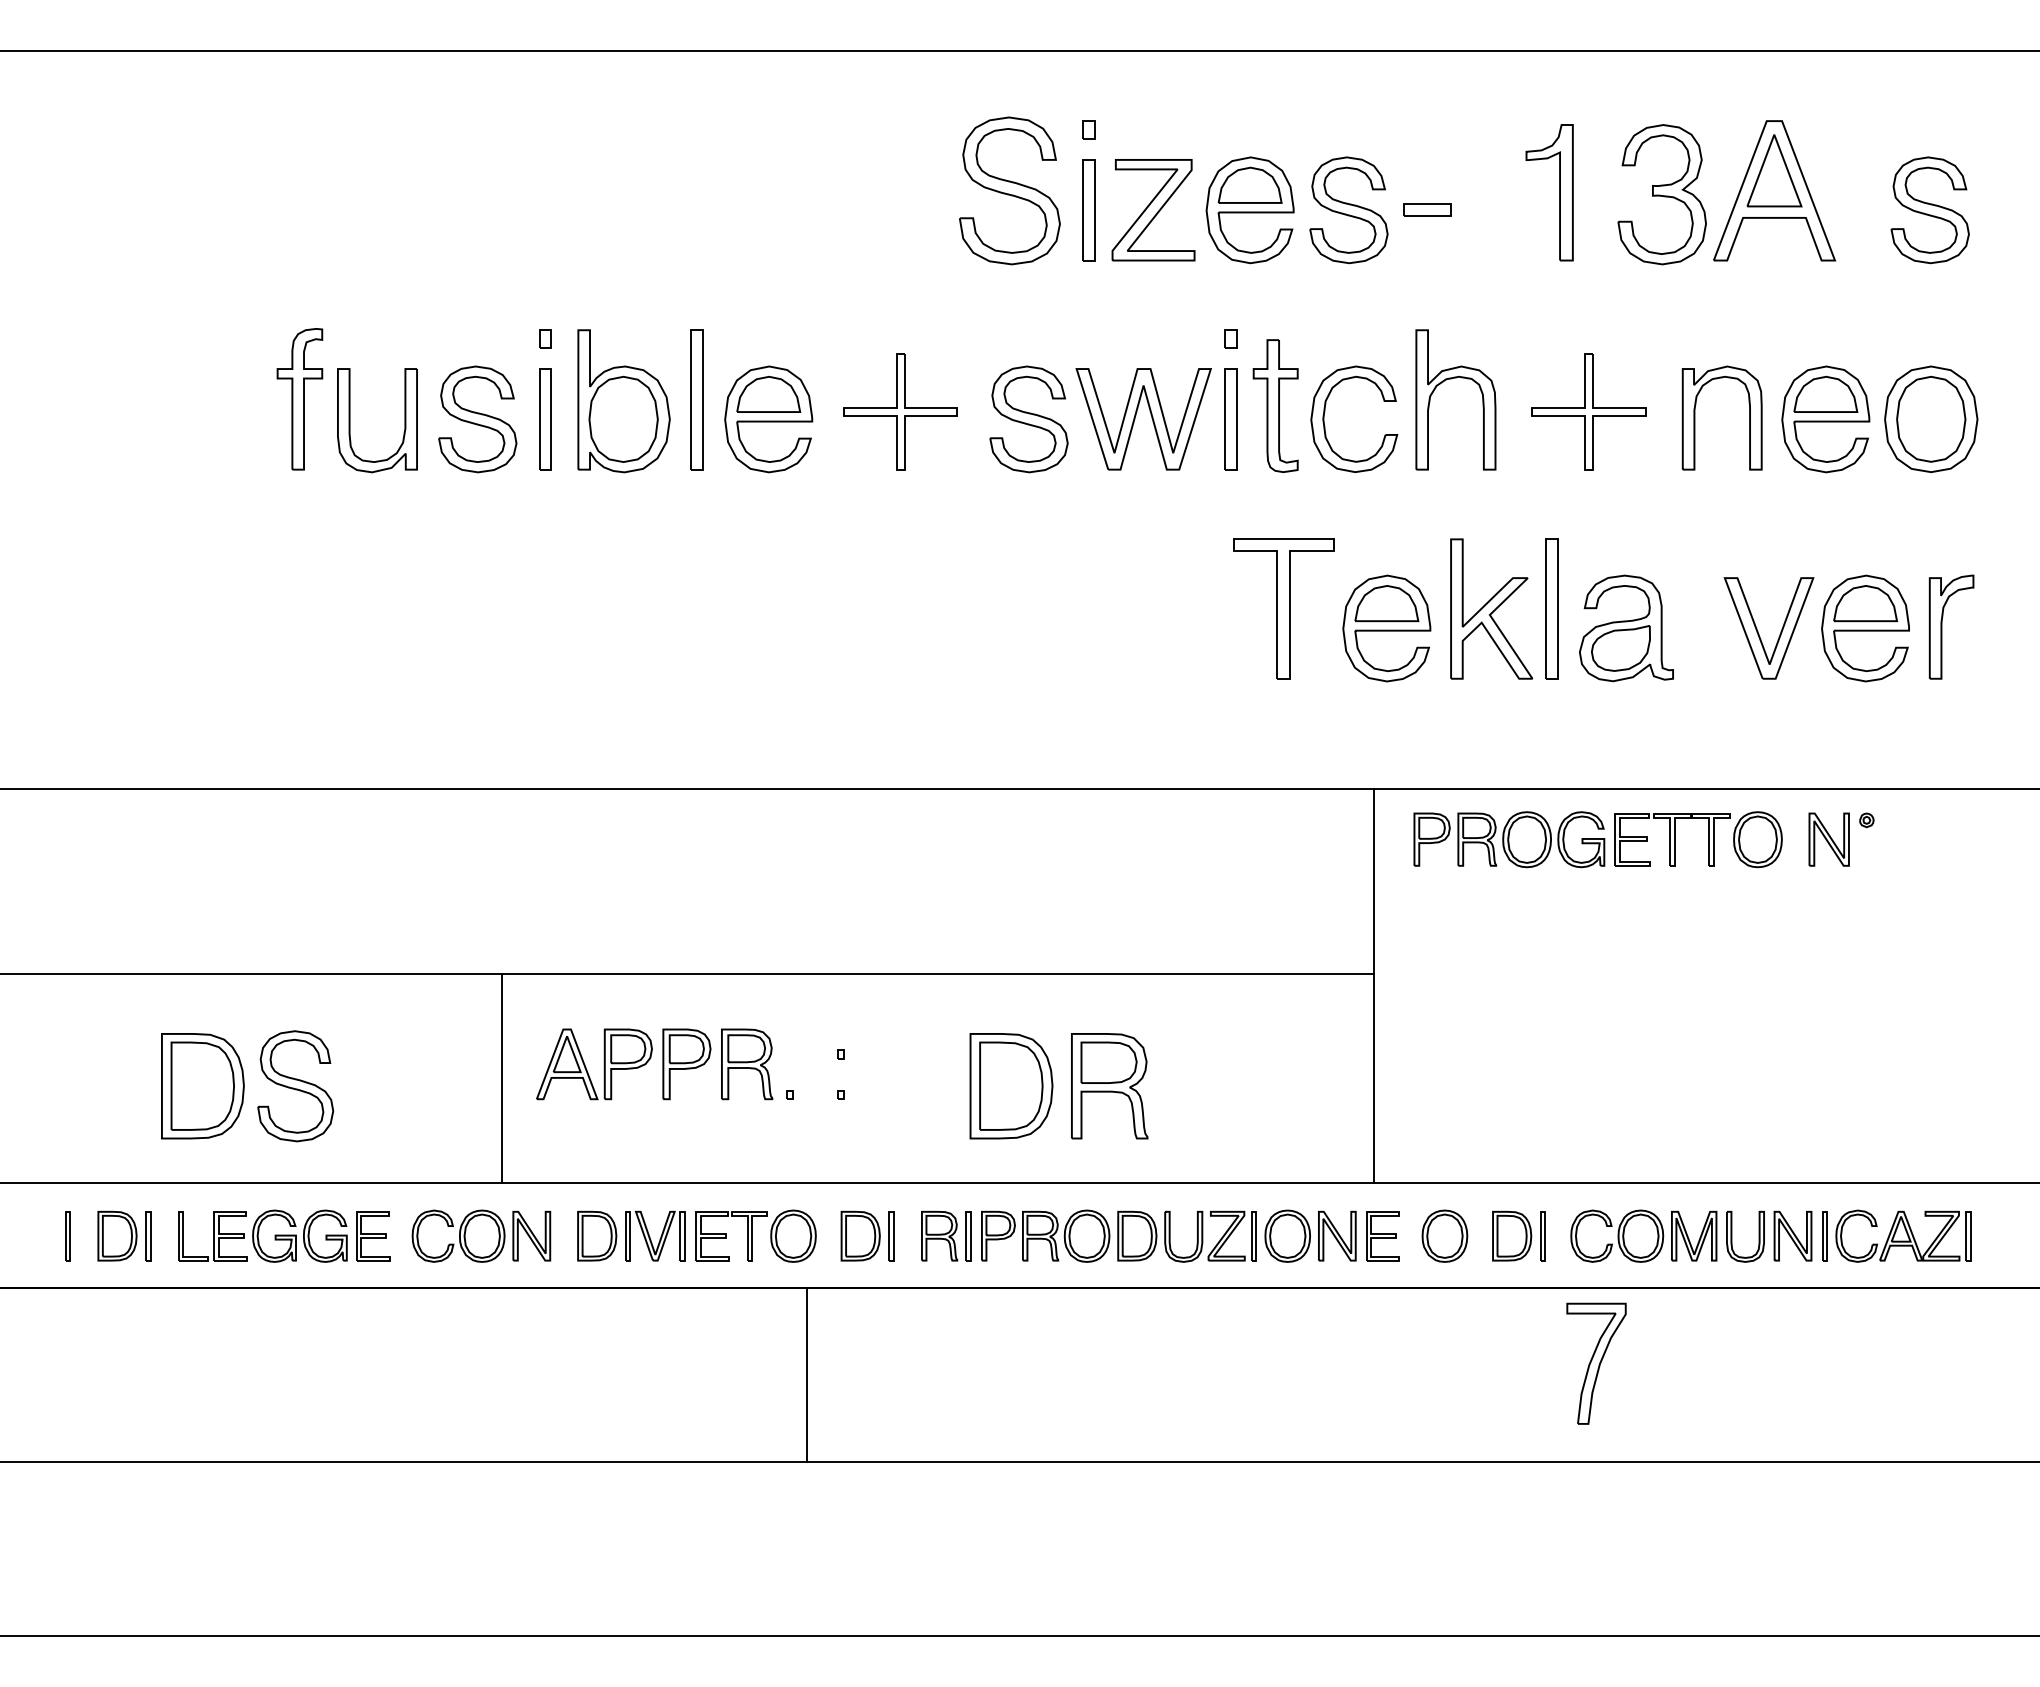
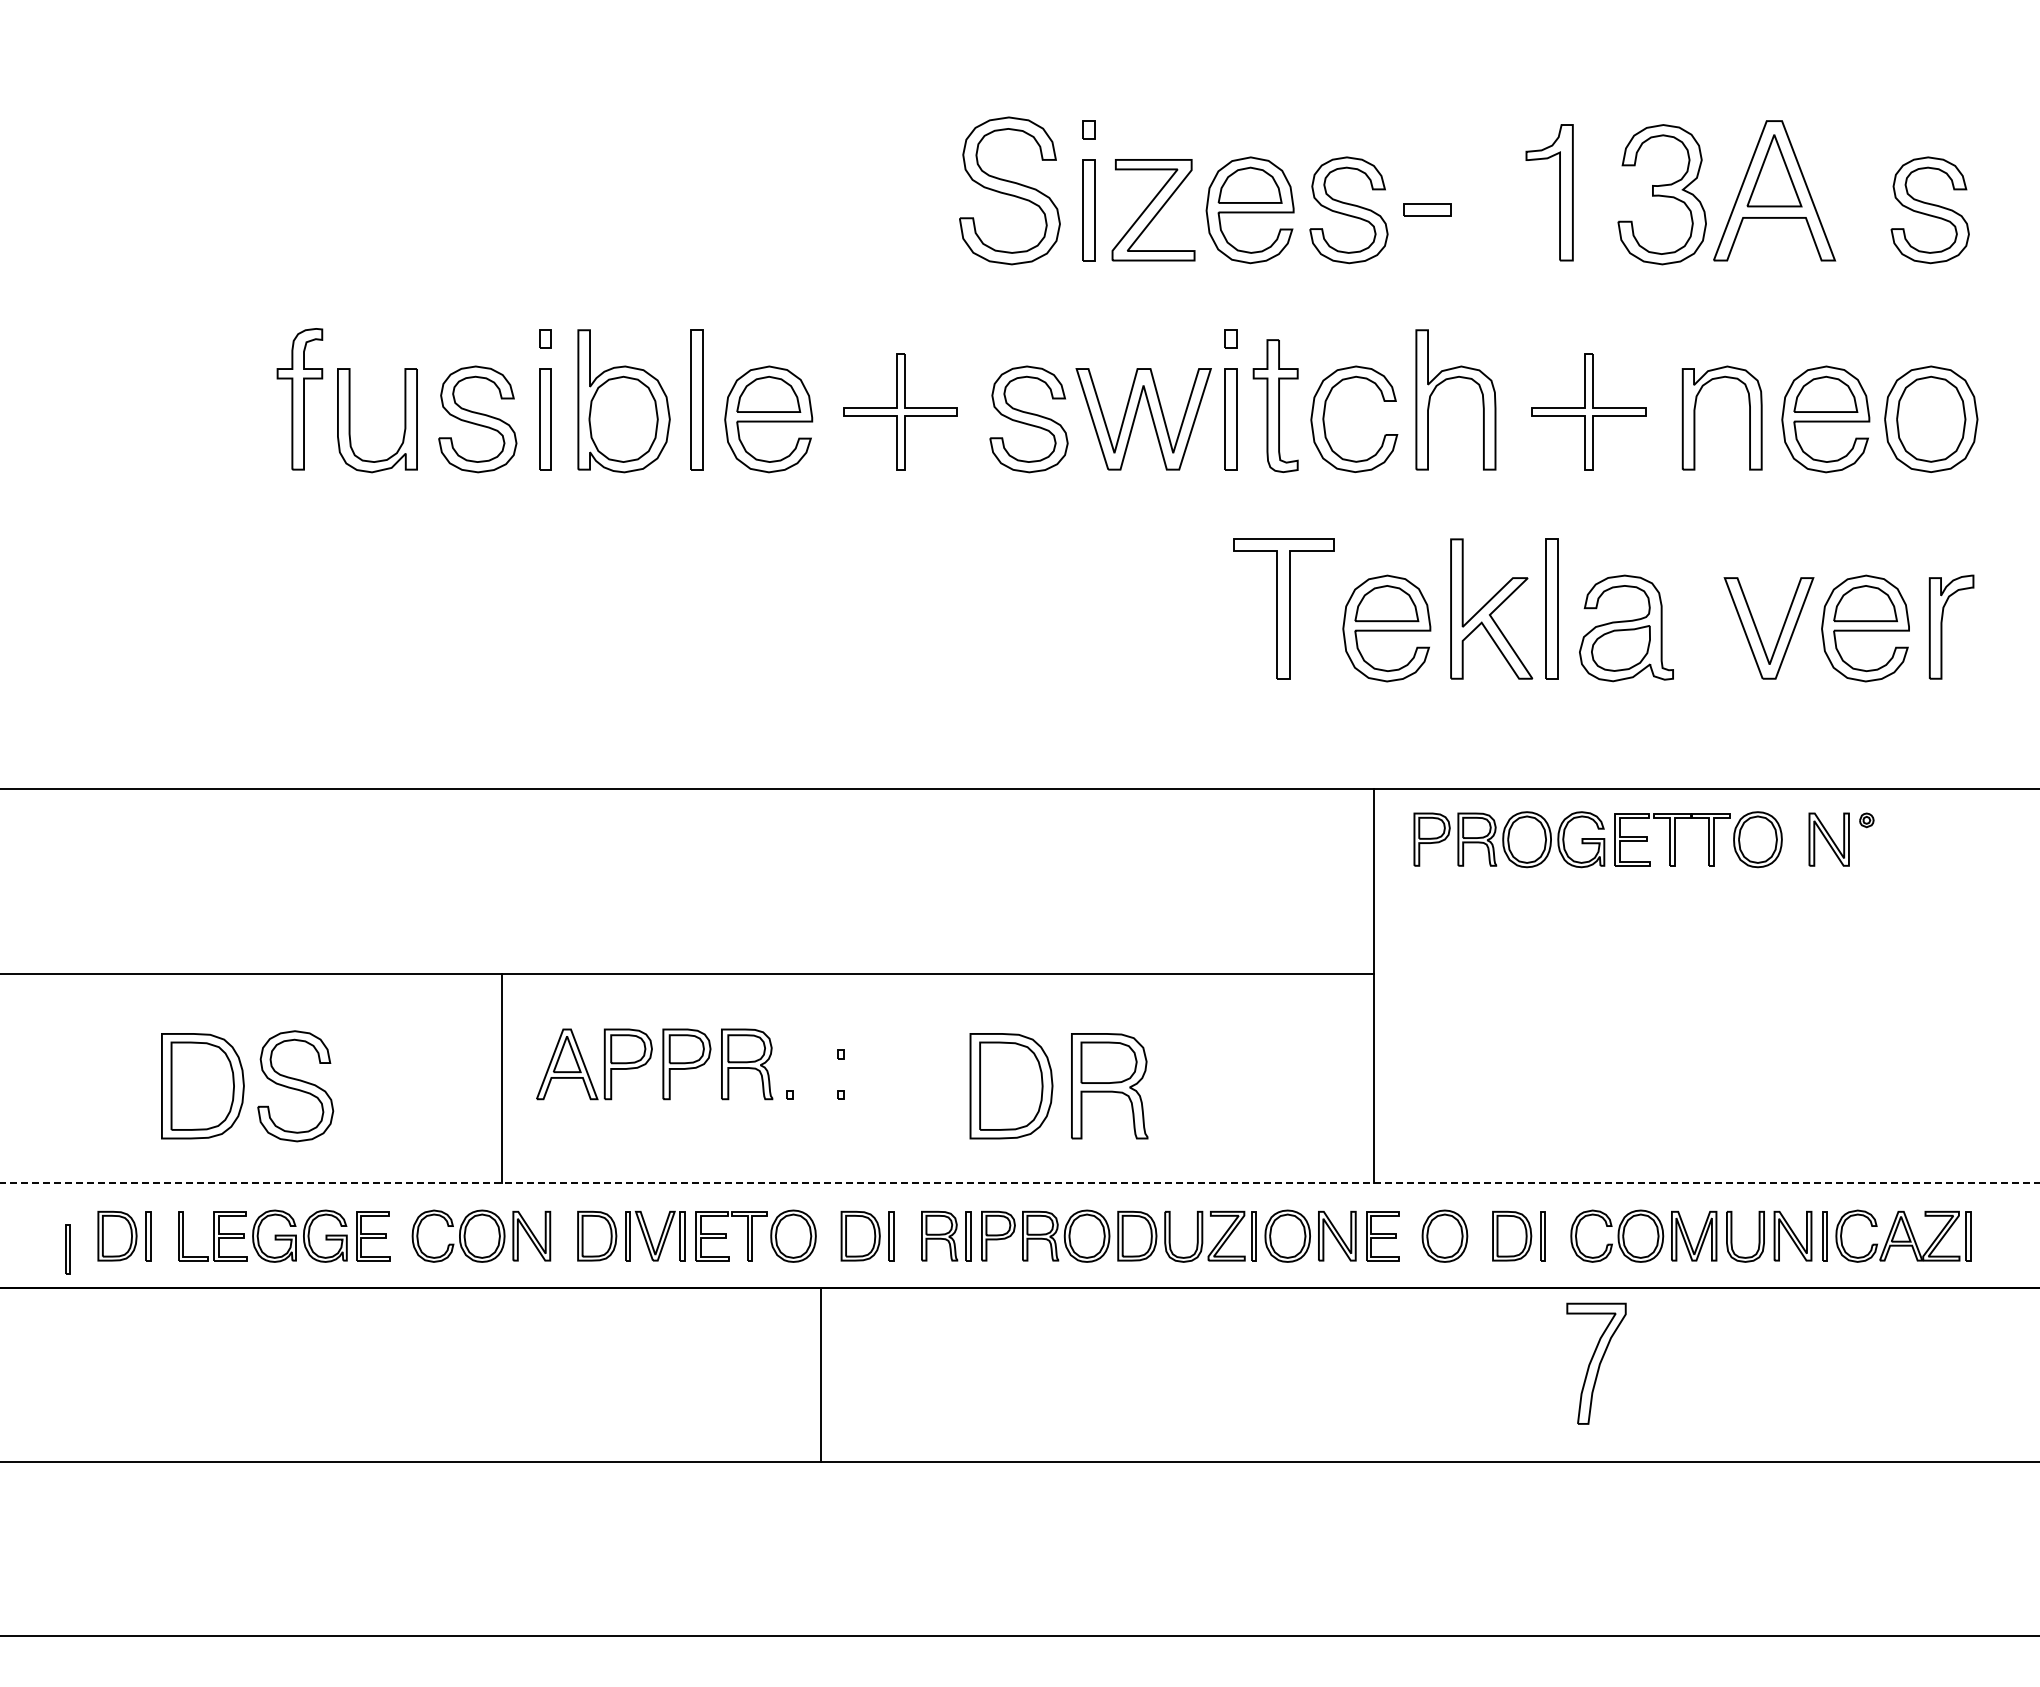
line at (1019, 50): present -> none
line at (1020, 1183): solid -> dashed
part at (67, 1236) position: (67, 1236) -> (67, 1249)
line at (807, 1374) position: (807, 1374) -> (821, 1374)
